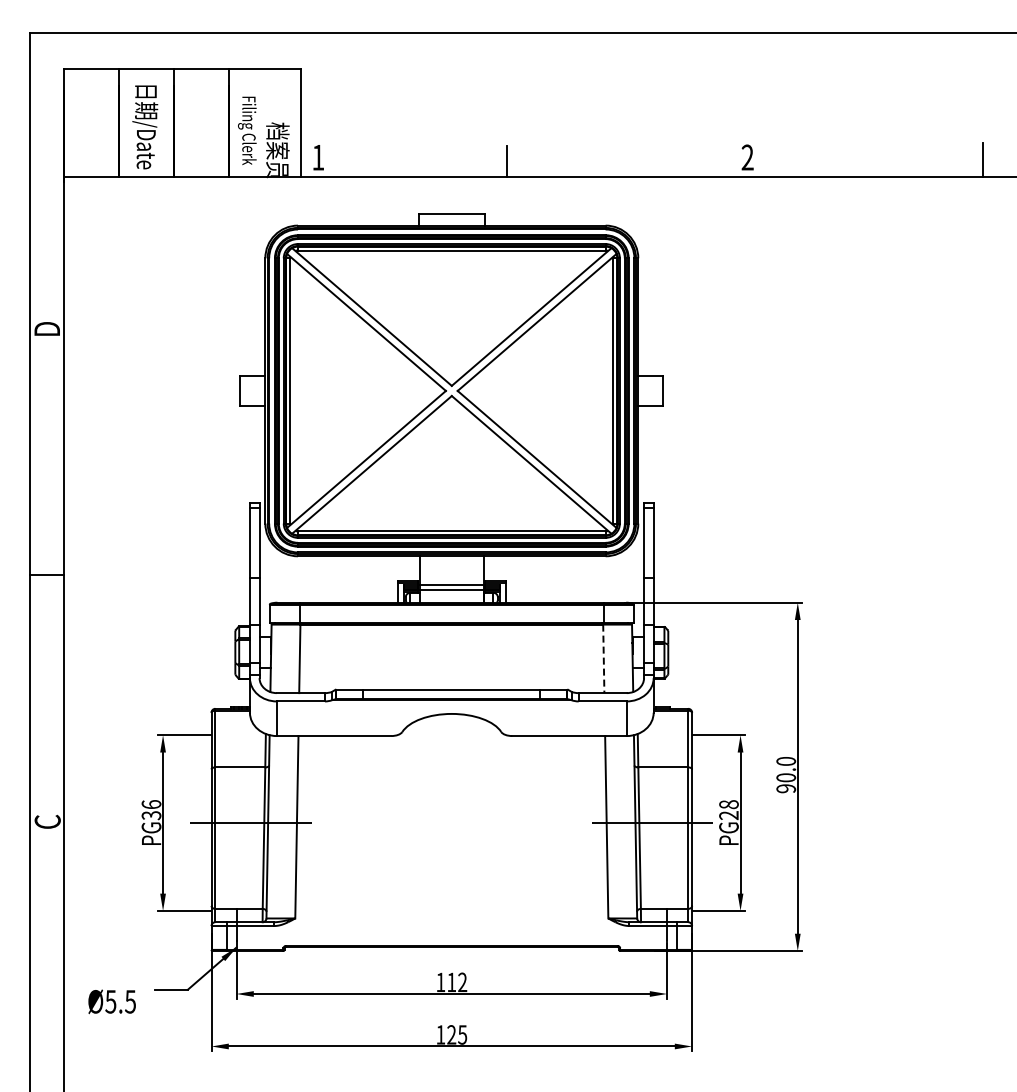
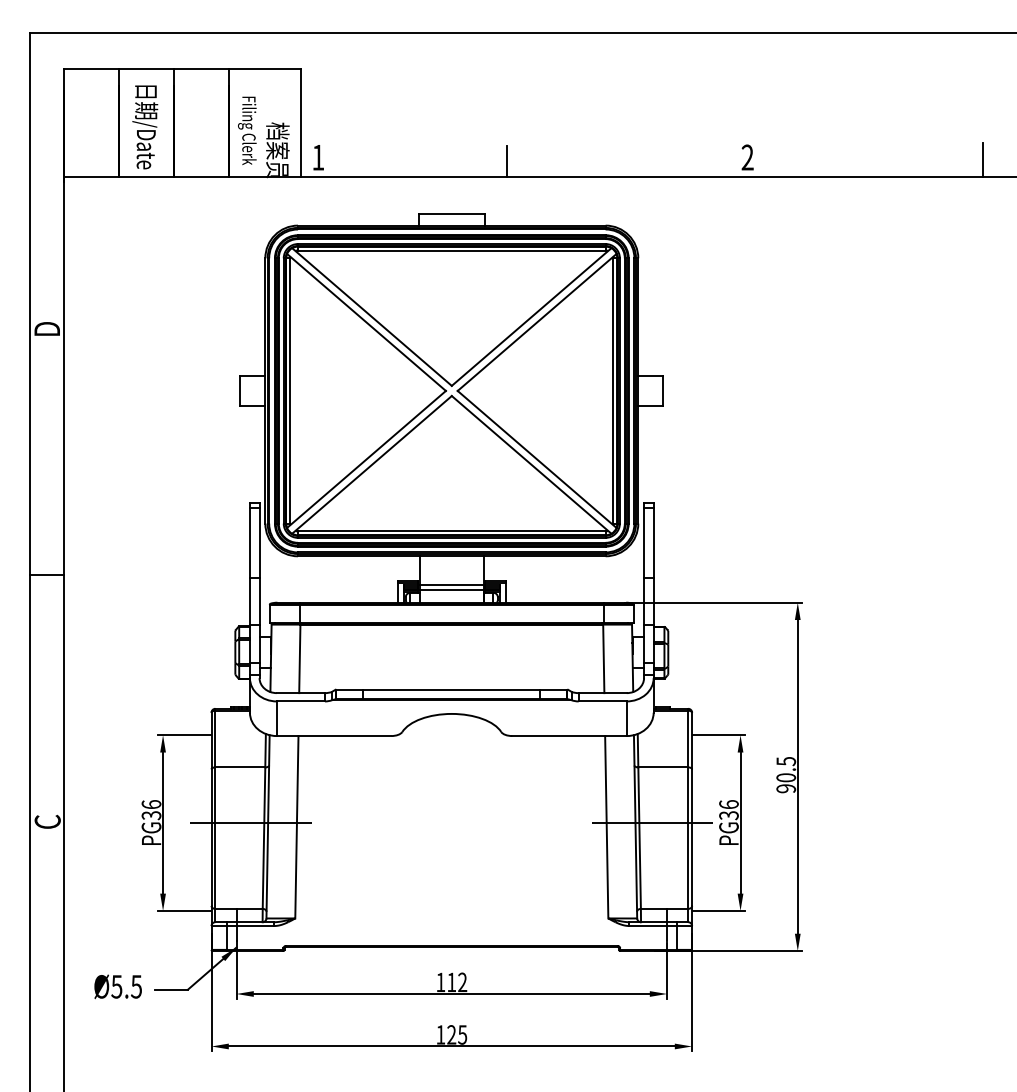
line at (603, 659): dashed -> solid
text at (785, 761): 90.0 -> 90.5
text at (728, 810): PG28 -> PG36
text at (111, 1001) position: (111, 1001) -> (117, 986)
